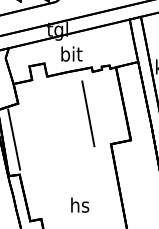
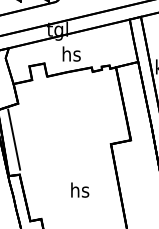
text at (71, 53): bit -> hs
line at (88, 113): present -> none
text at (80, 204) position: (80, 204) -> (80, 189)
